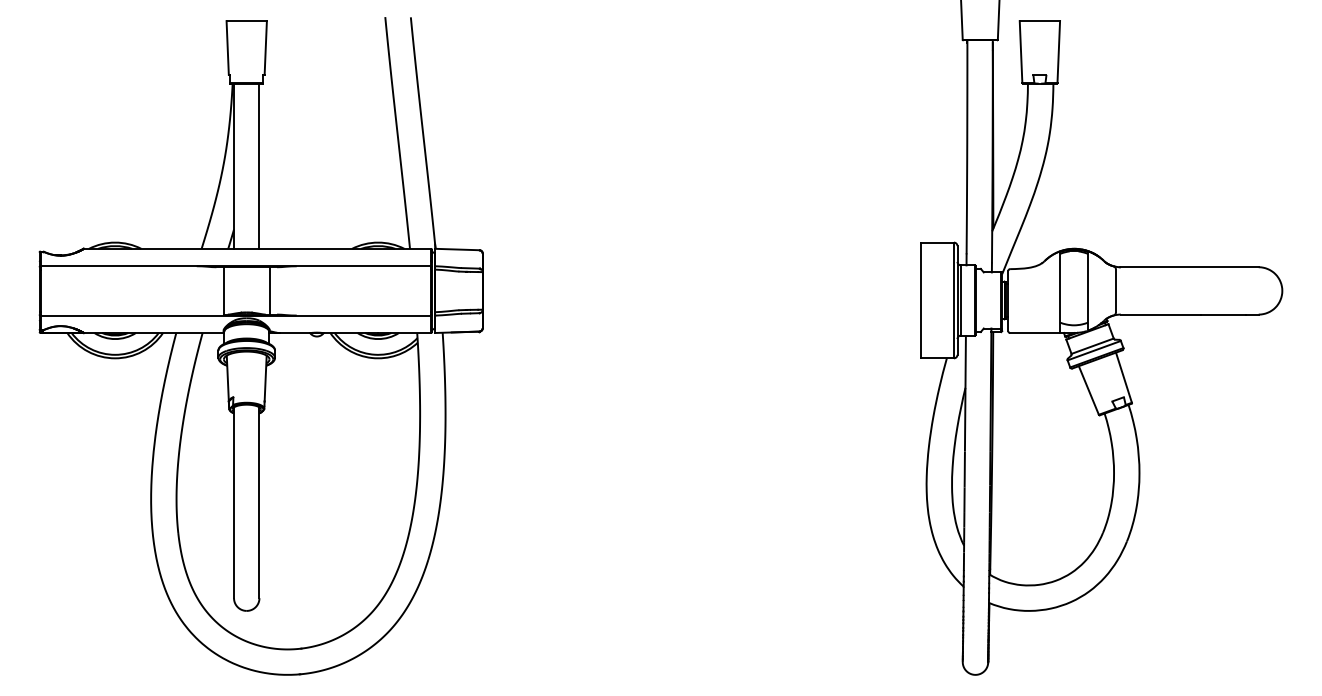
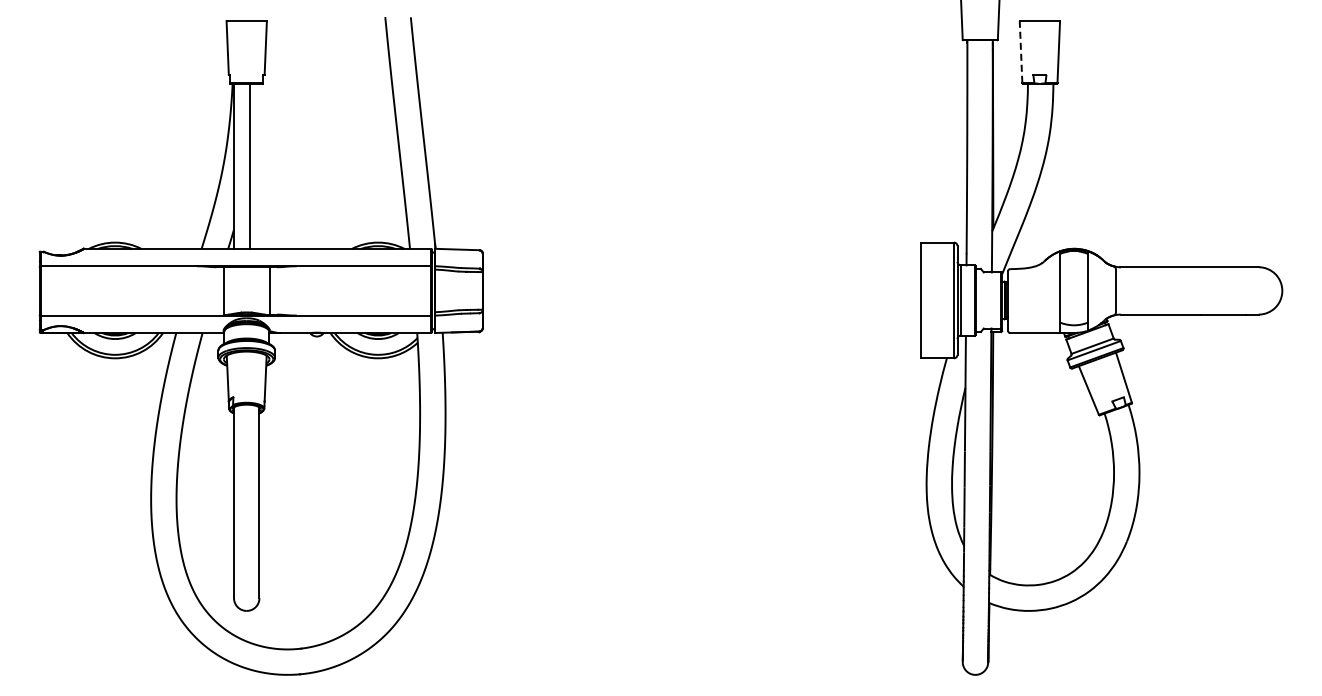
line at (1021, 51): solid -> dashed
line at (259, 165) position: (259, 165) -> (250, 165)
